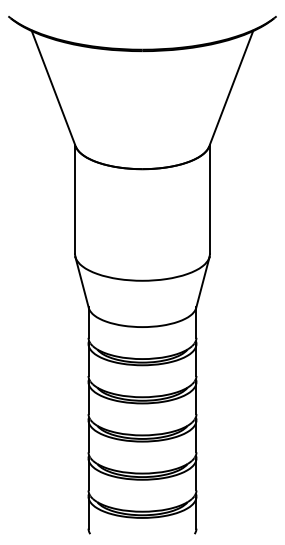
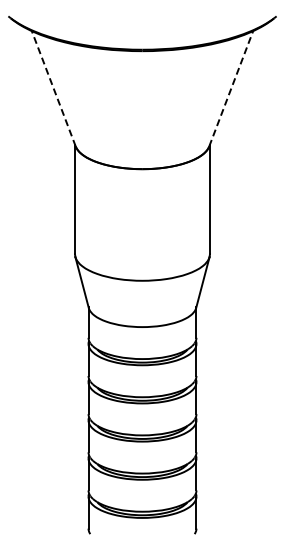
line at (53, 88): solid -> dashed
line at (231, 88): solid -> dashed
